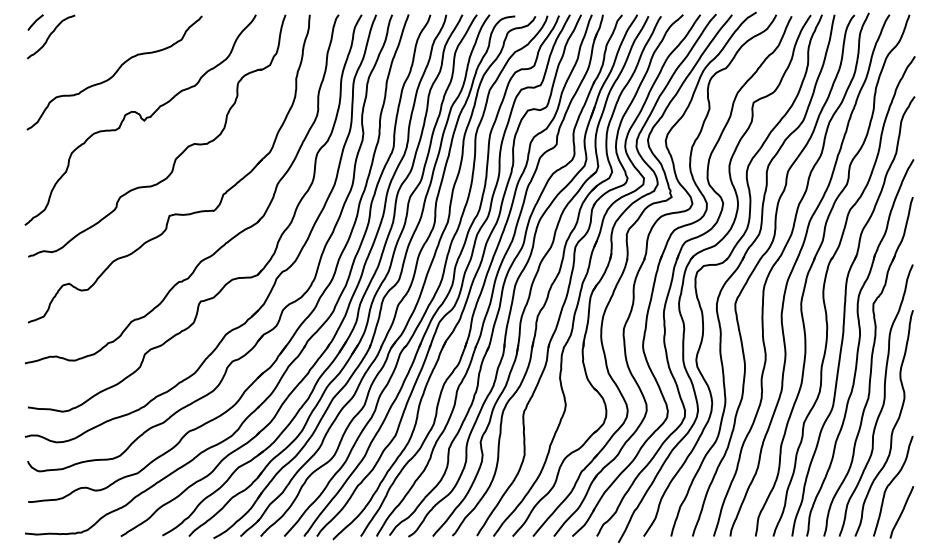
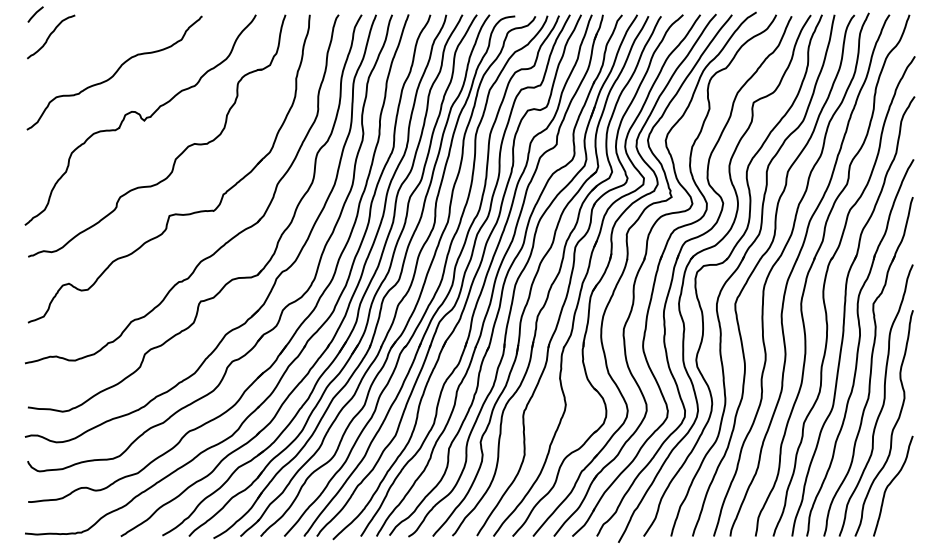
line at (35, 22) position: (35, 22) -> (35, 14)
curve at (901, 512): present -> none
